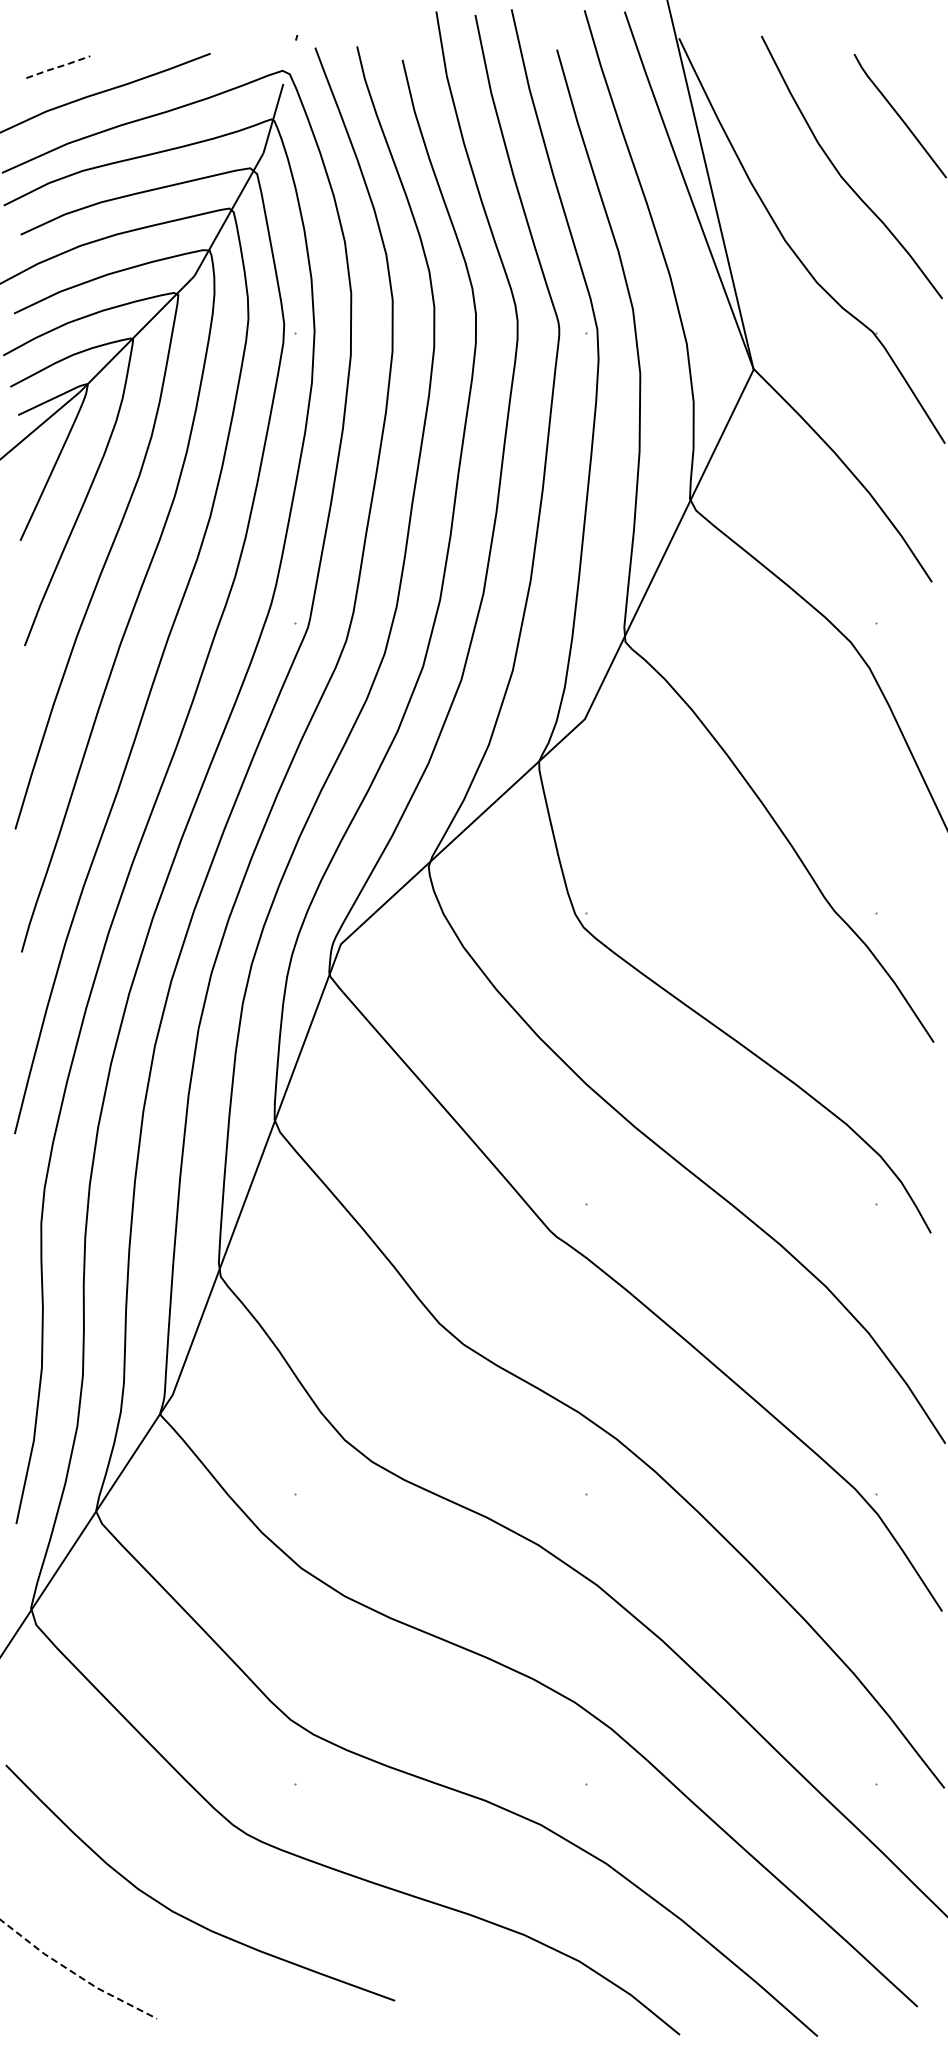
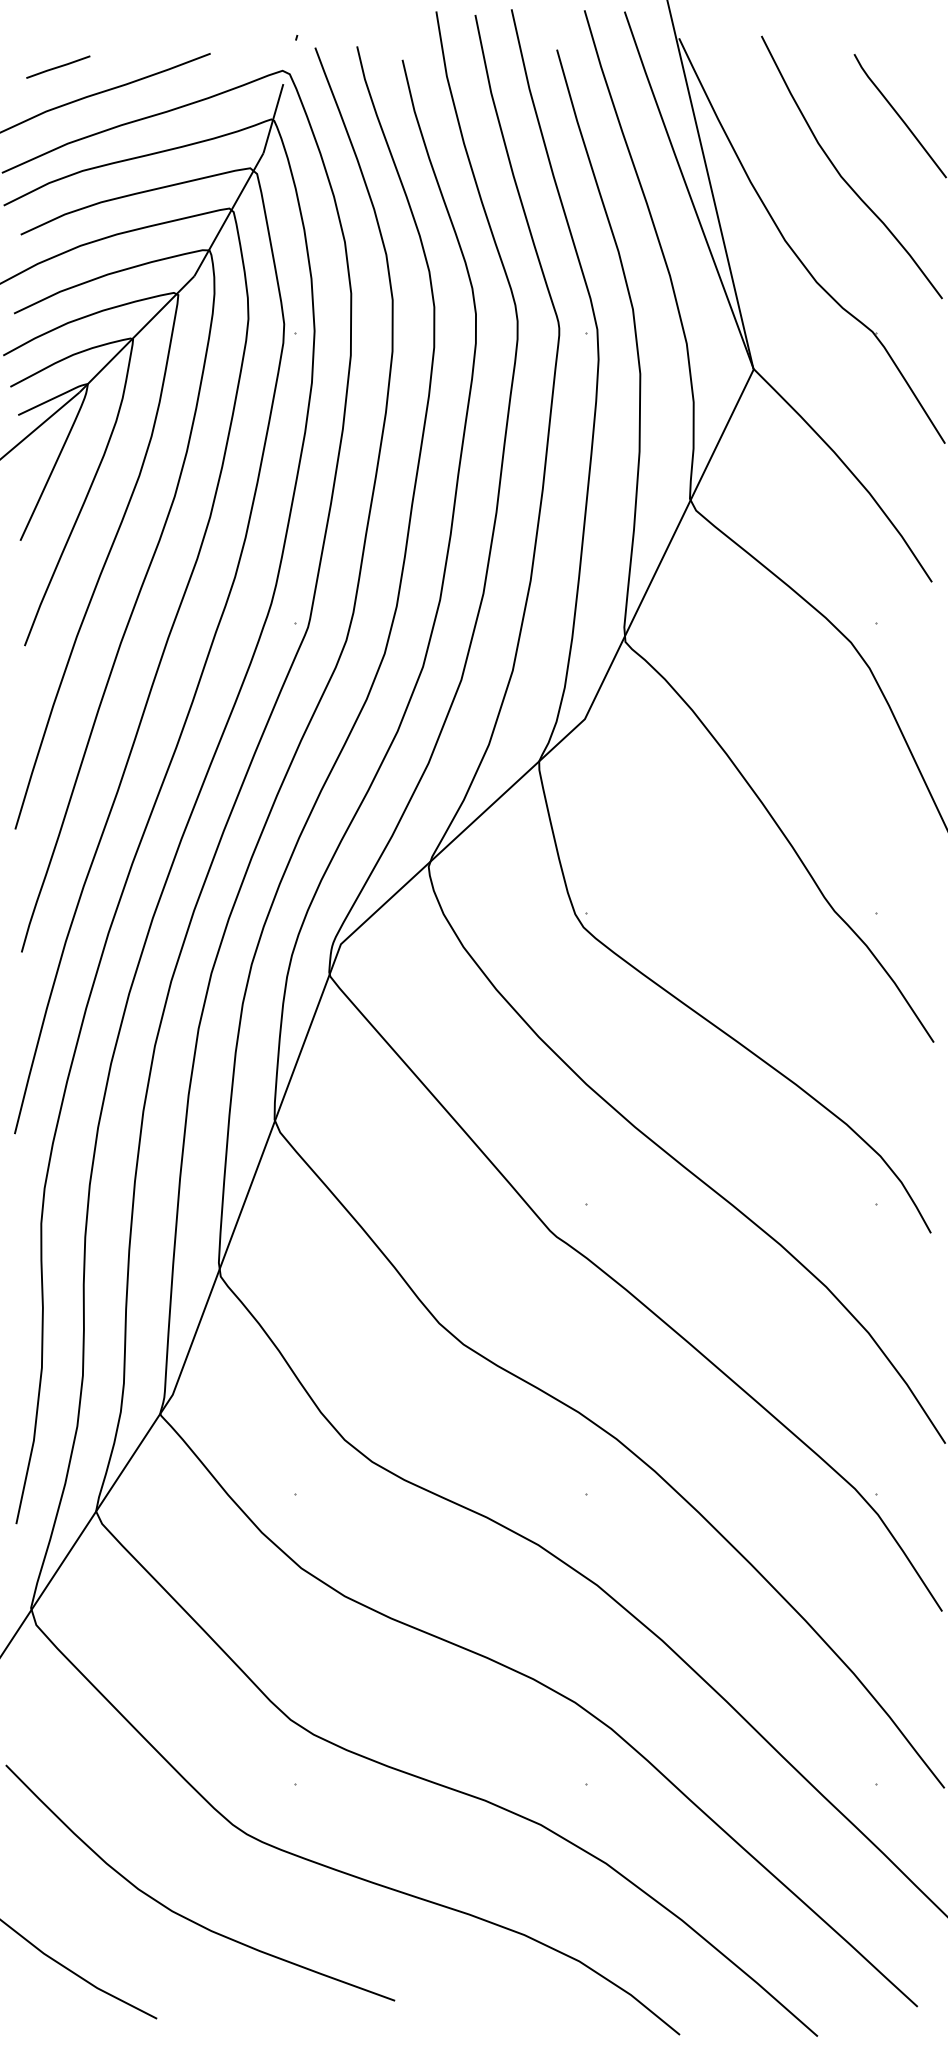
line at (58, 67): dashed -> solid
line at (75, 1974): dashed -> solid
